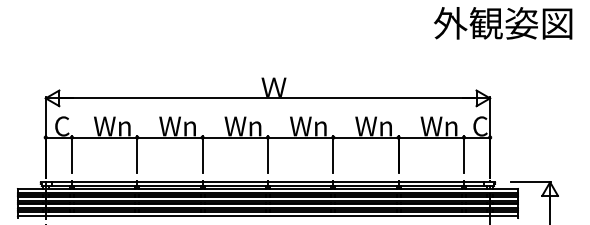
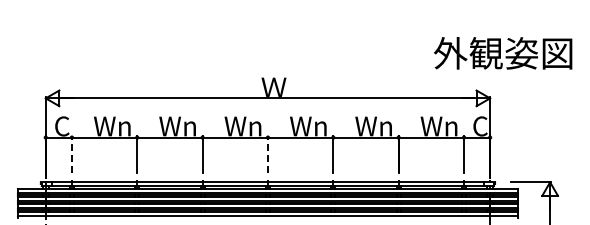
text at (503, 23) position: (503, 23) -> (503, 53)
line at (71, 154): solid -> dashed
line at (267, 154): solid -> dashed
